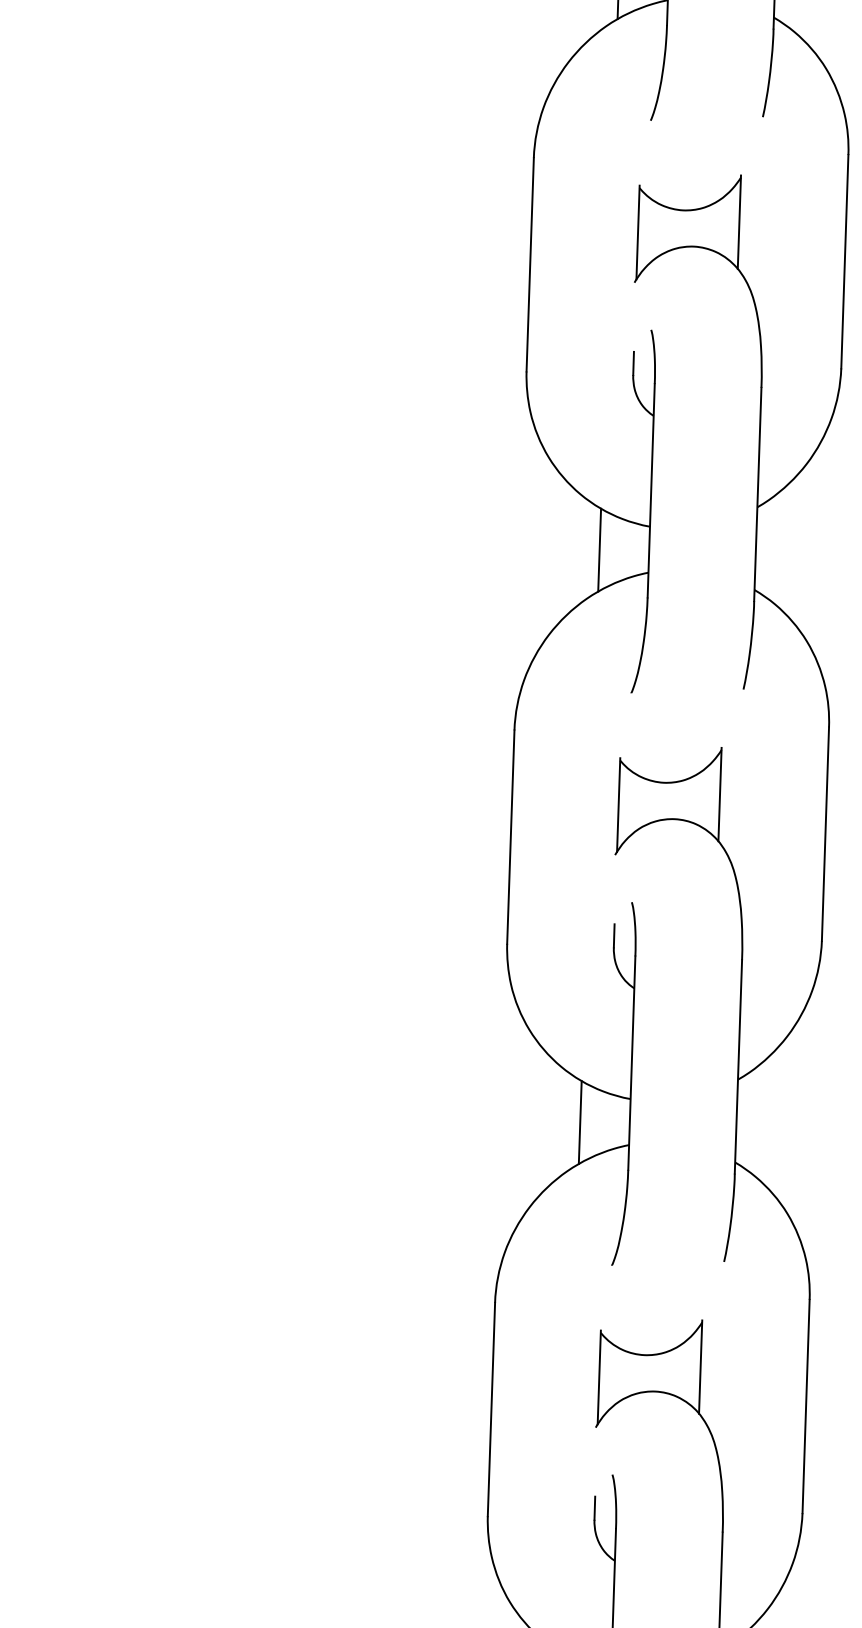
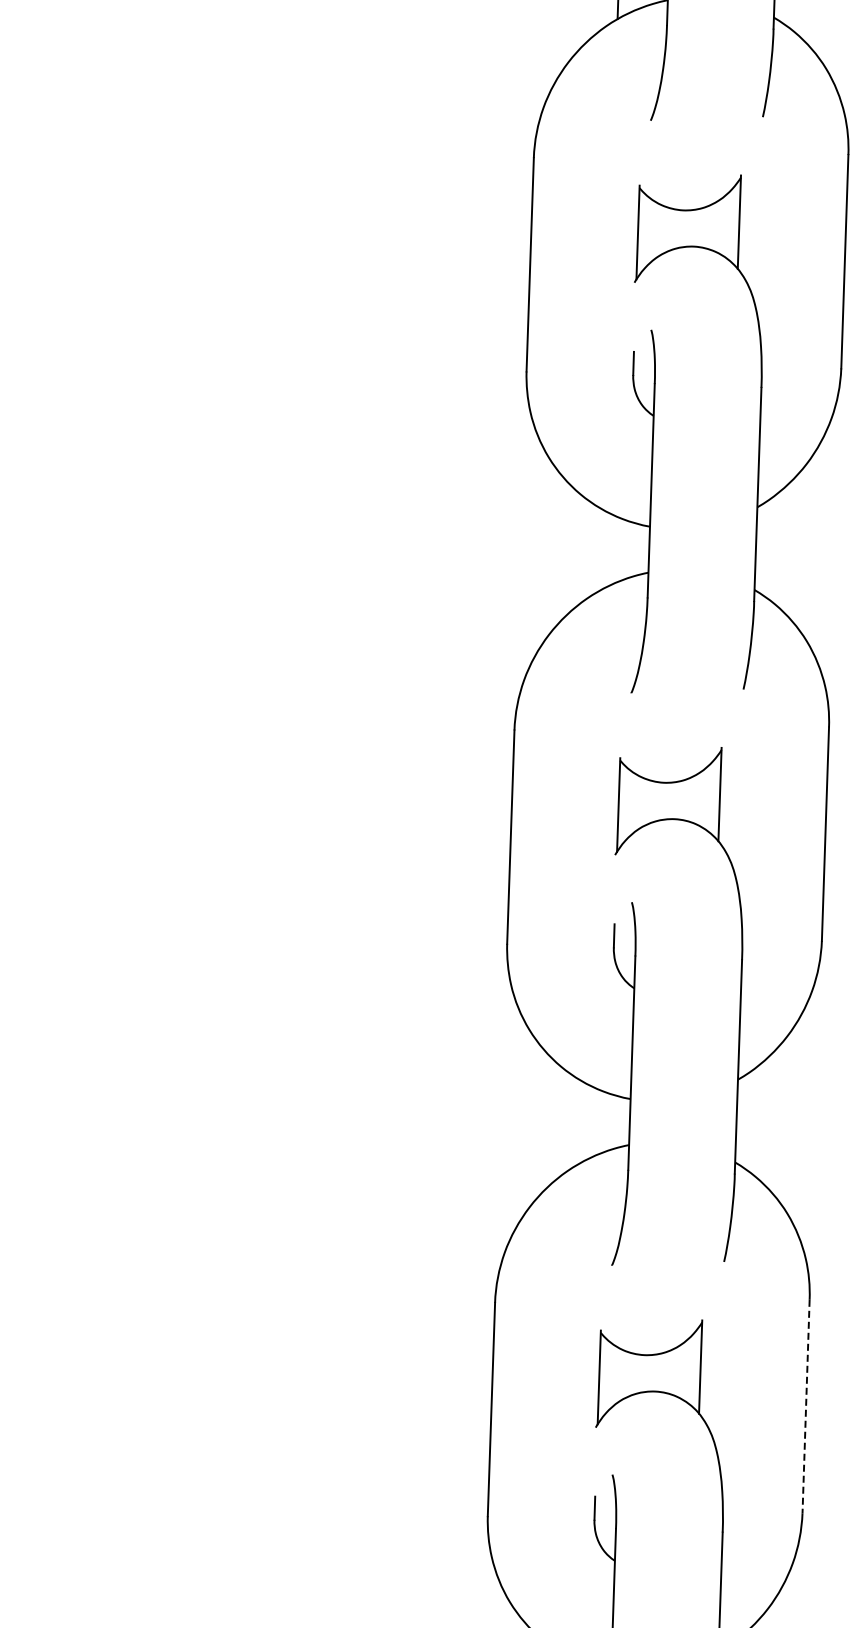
line at (599, 549): present -> none
line at (579, 1122): present -> none
line at (806, 1406): solid -> dashed
